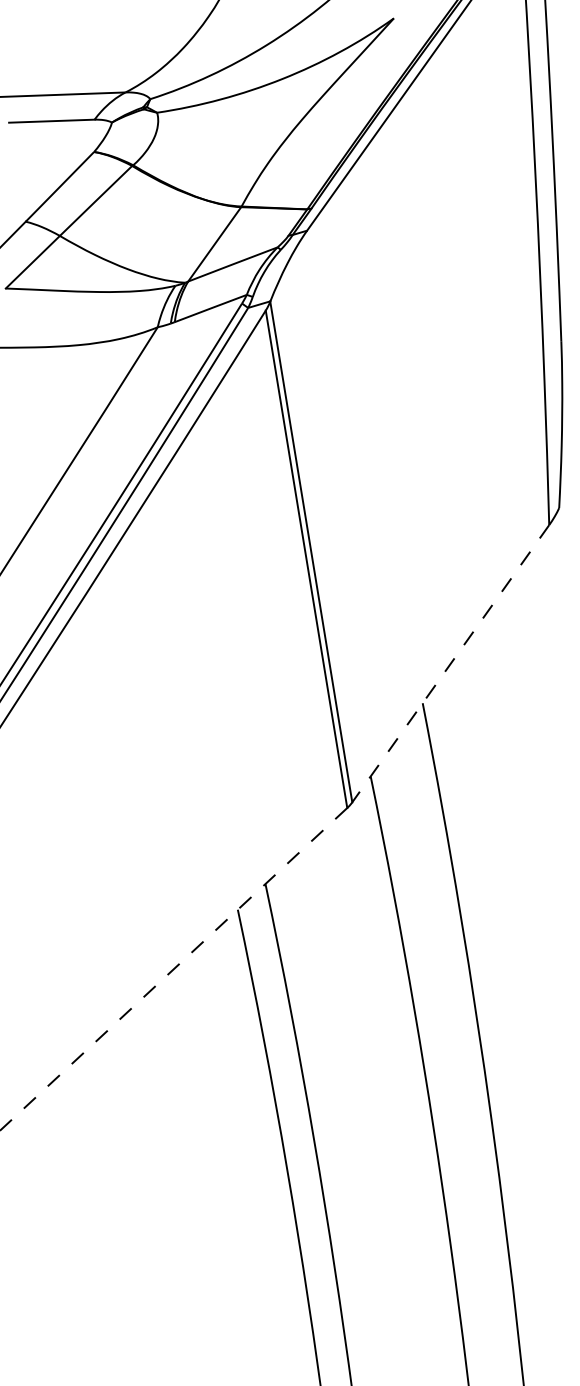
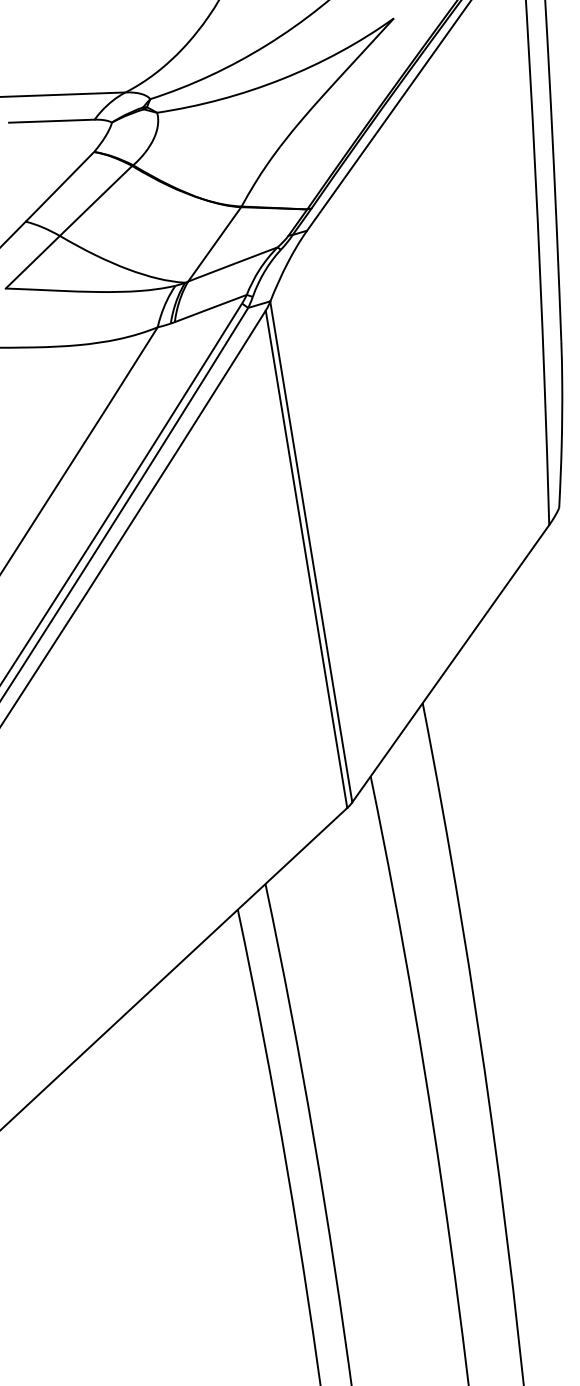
line at (450, 664): dashed -> solid
line at (173, 969): dashed -> solid
